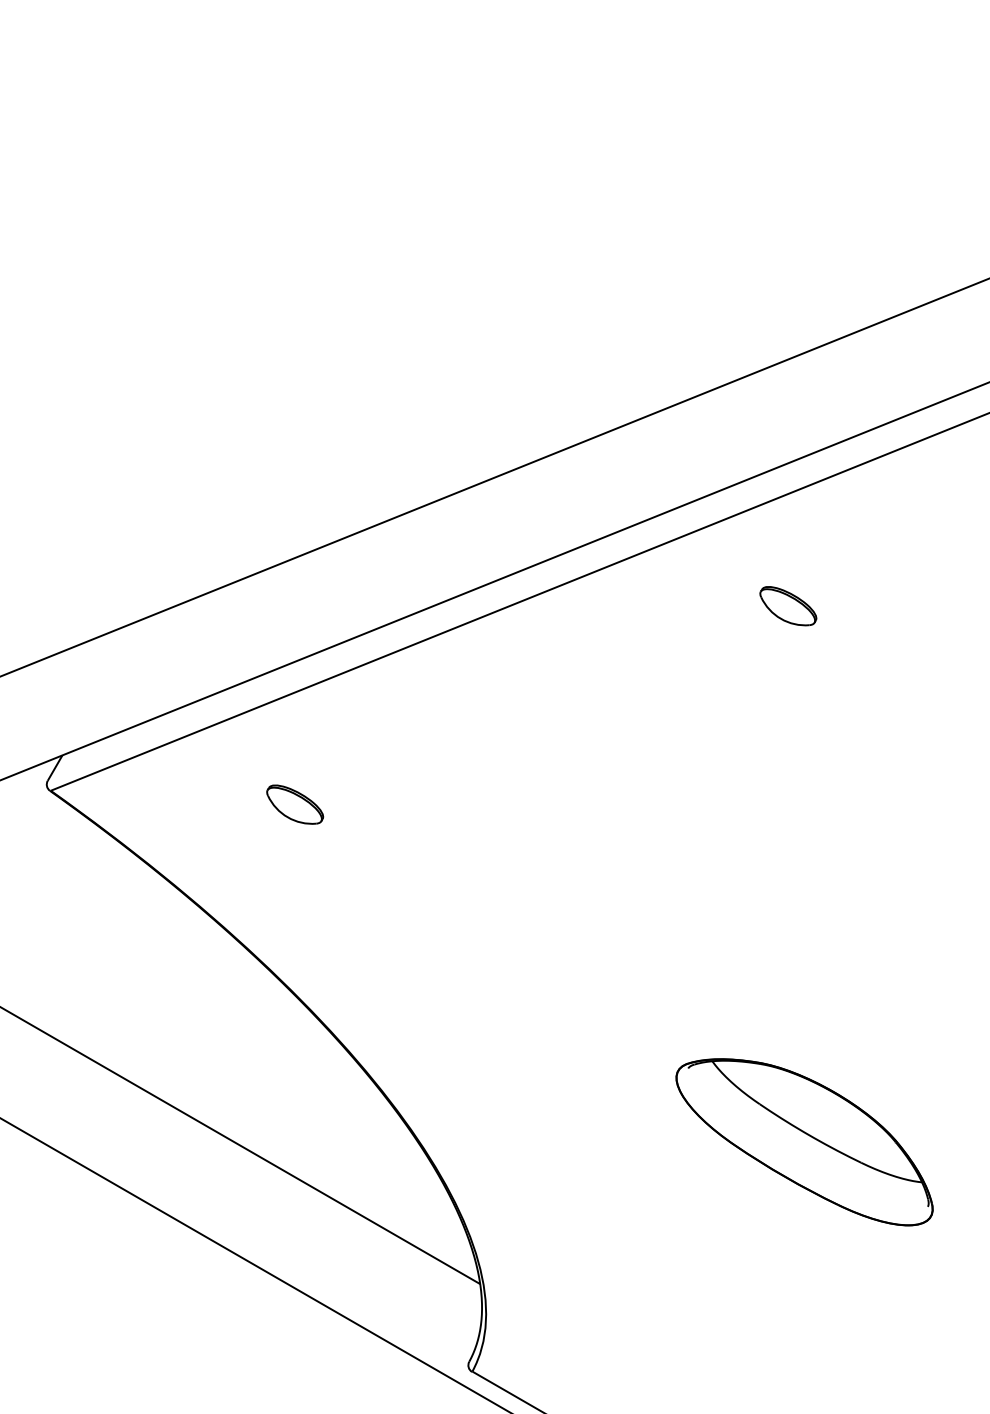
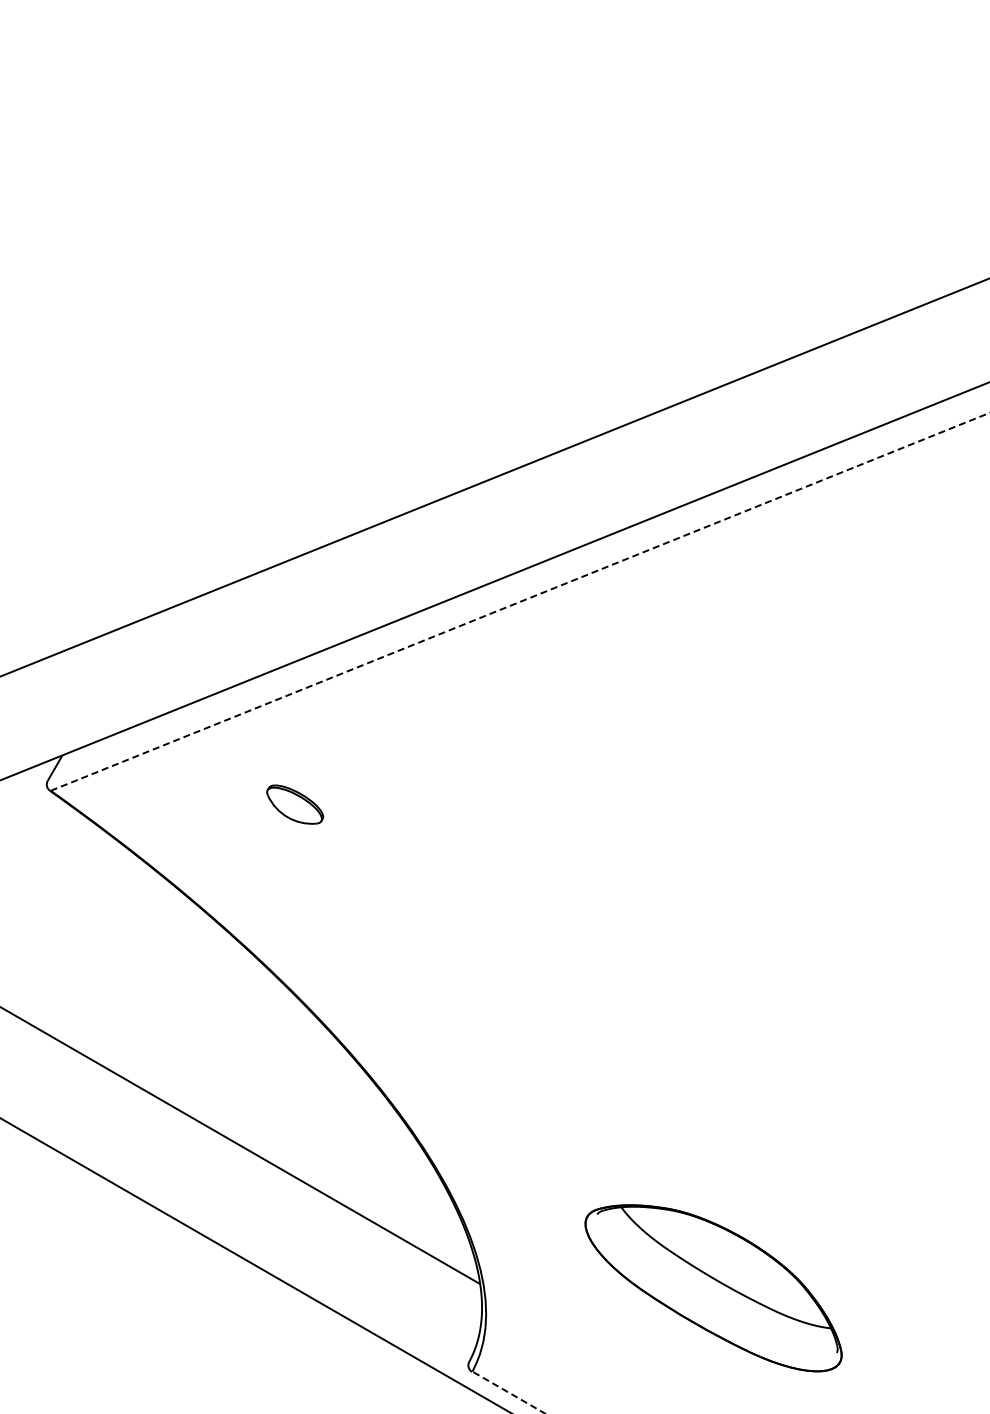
line at (519, 601): solid -> dashed
part at (788, 606): present -> none
part at (804, 1142) position: (804, 1142) -> (713, 1288)
line at (508, 1392): solid -> dashed
